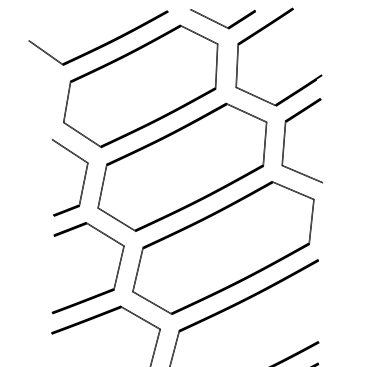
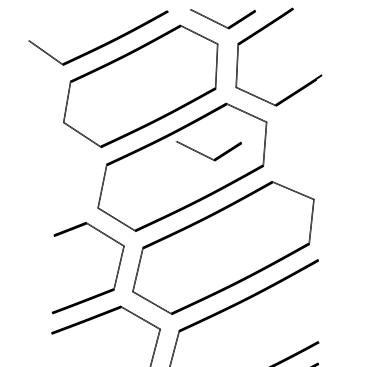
part at (285, 137): present -> none
part at (208, 151): none -> present
part at (83, 179): present -> none
